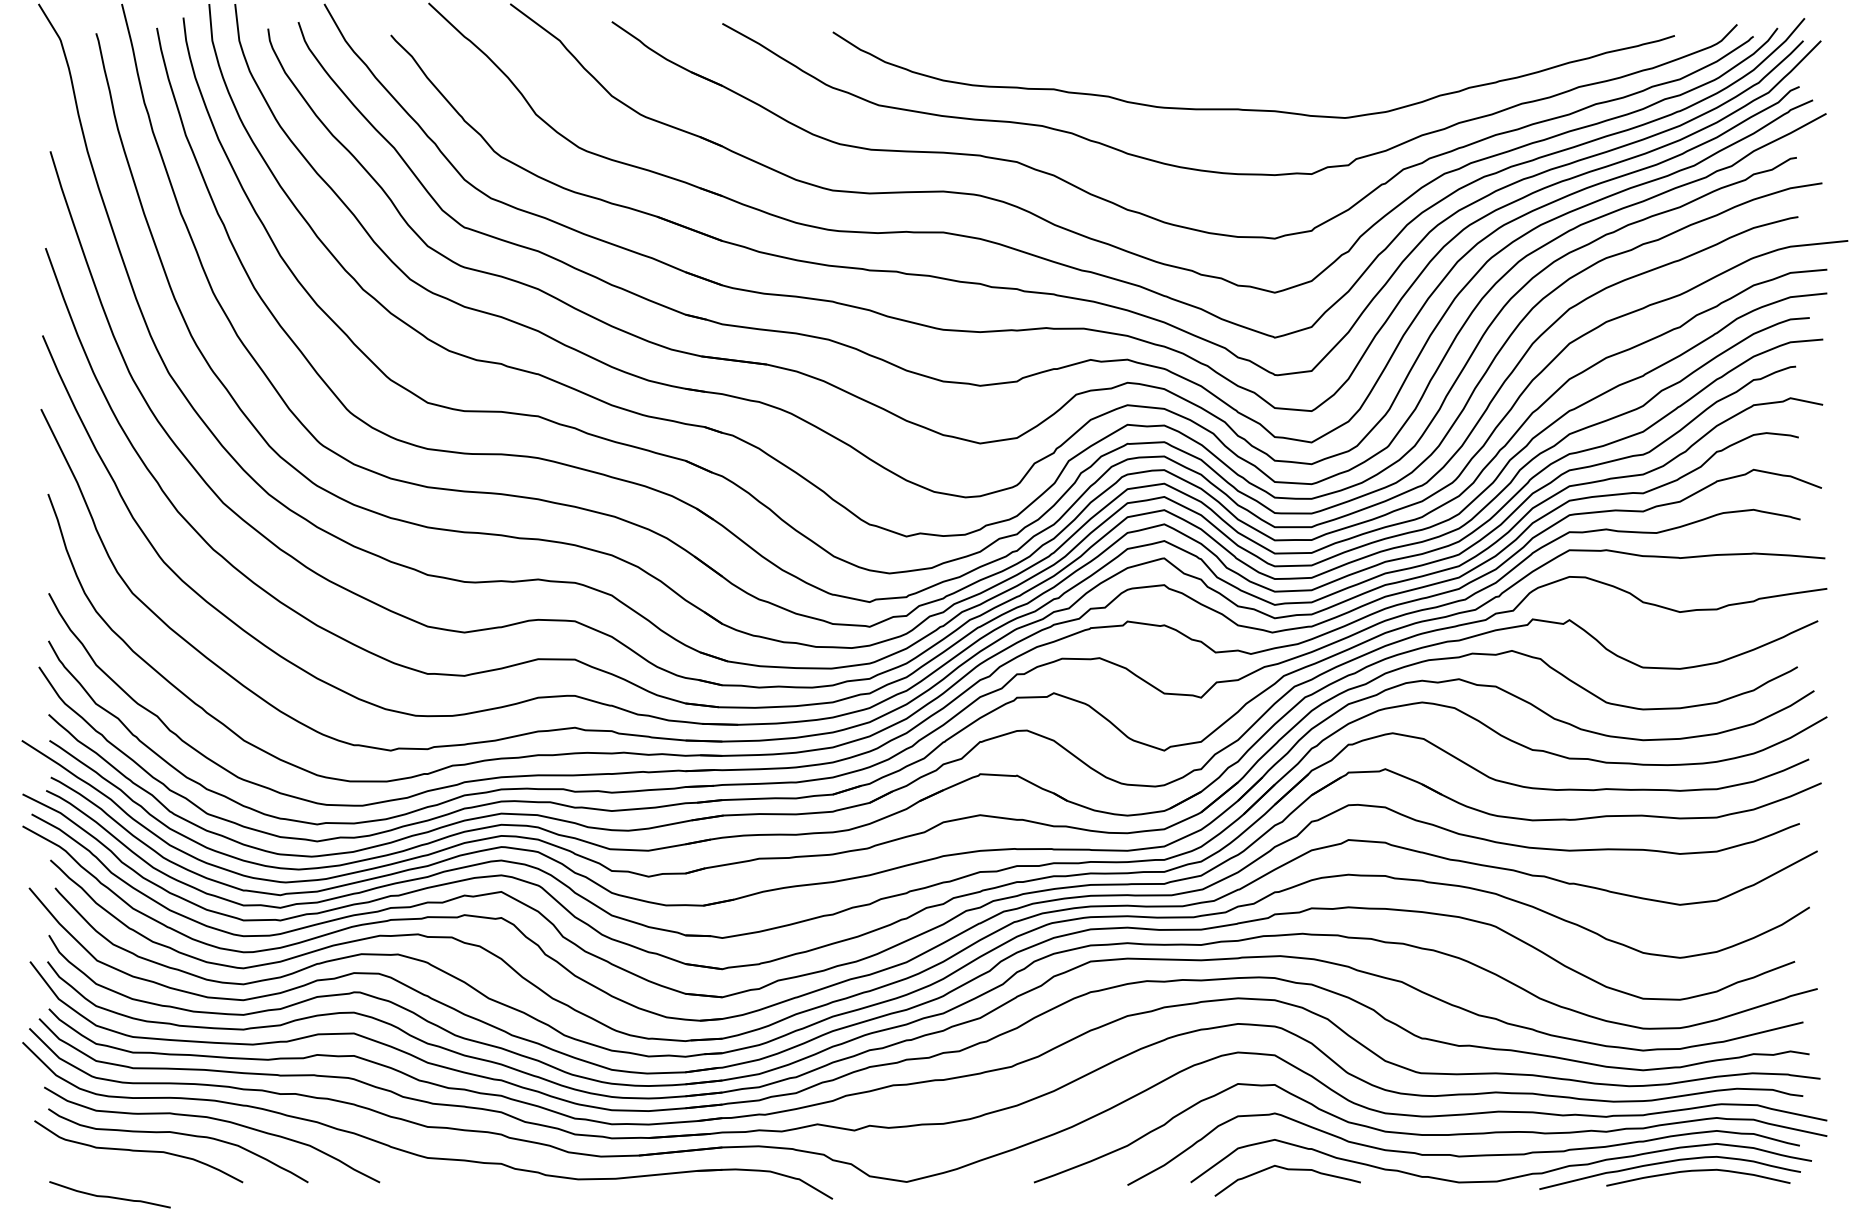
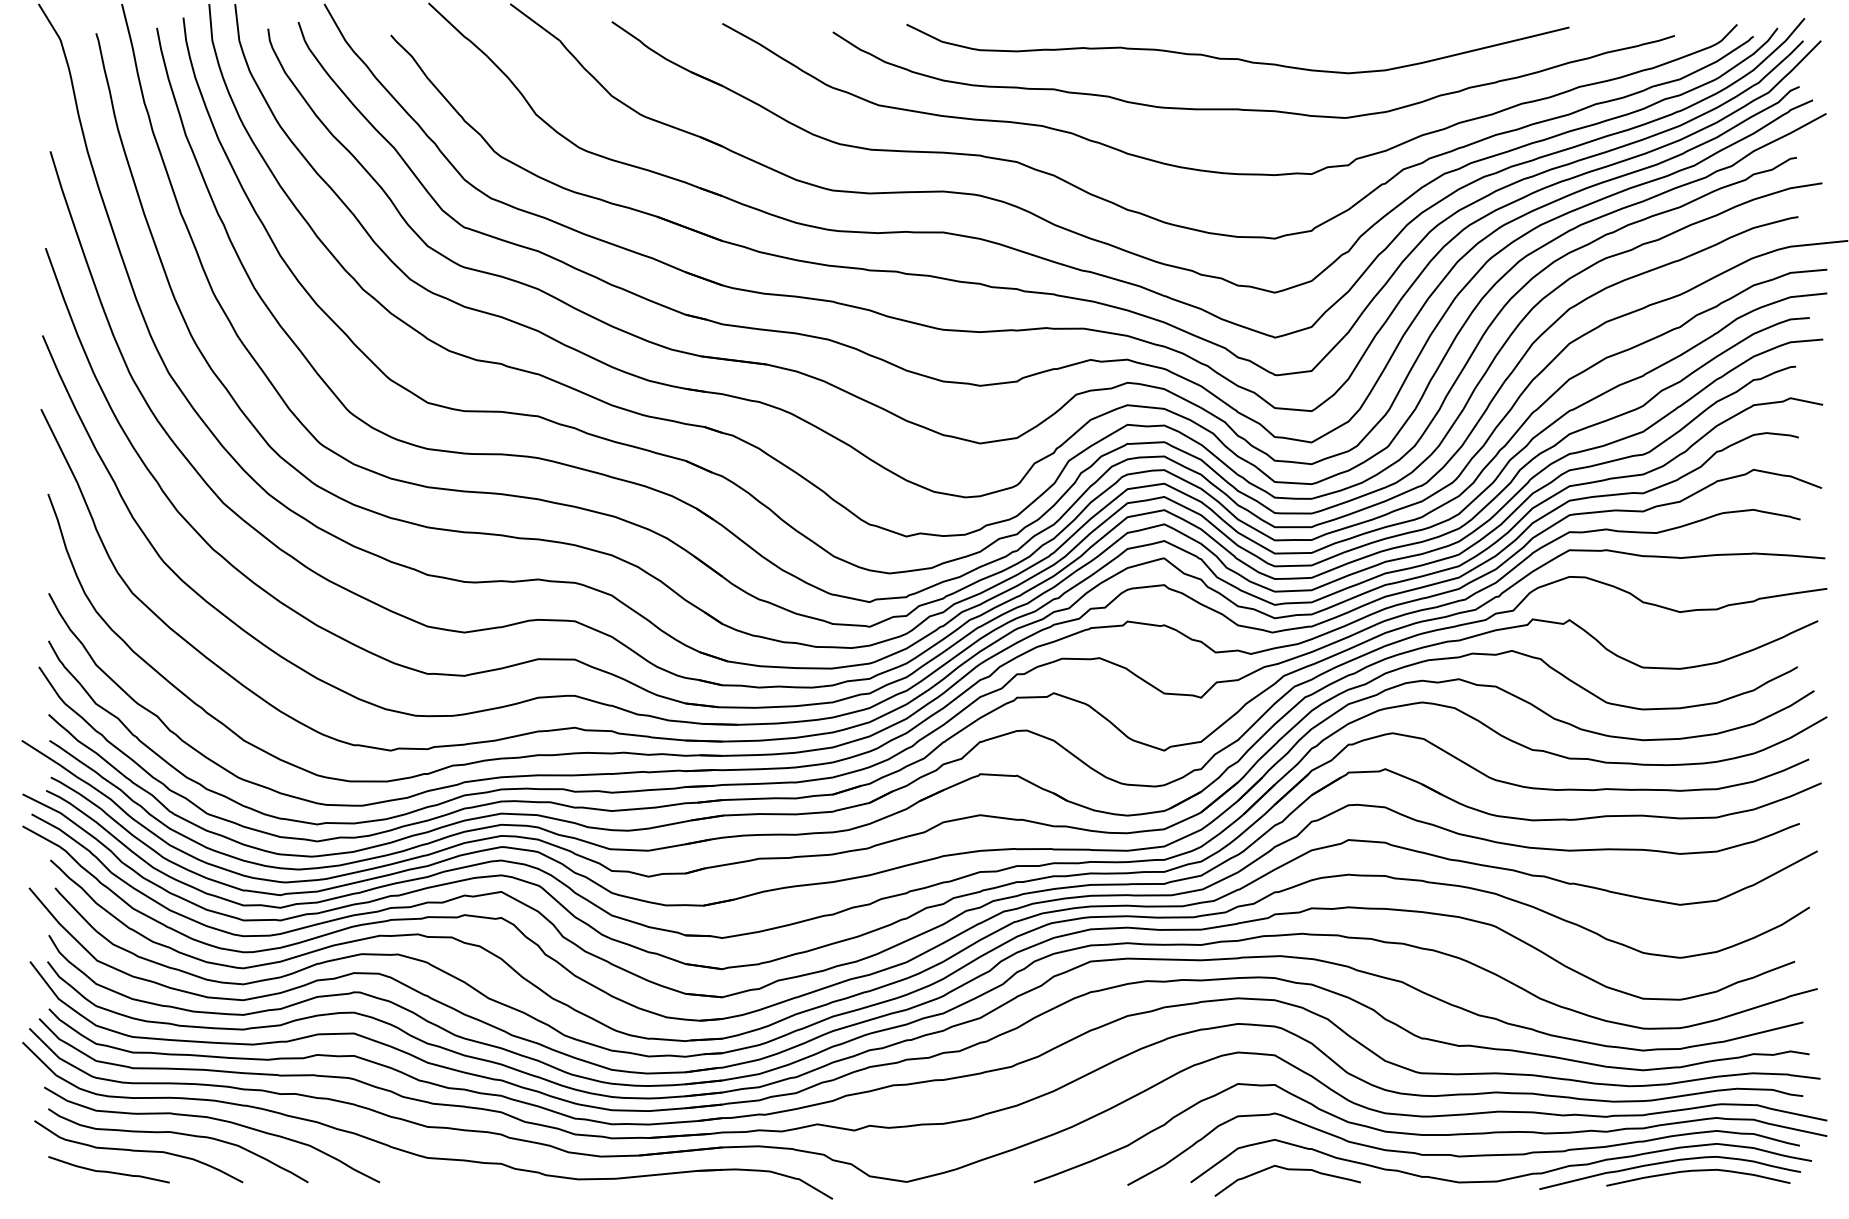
curve at (1237, 58): none -> present
curve at (109, 1196) position: (109, 1196) -> (108, 1171)
